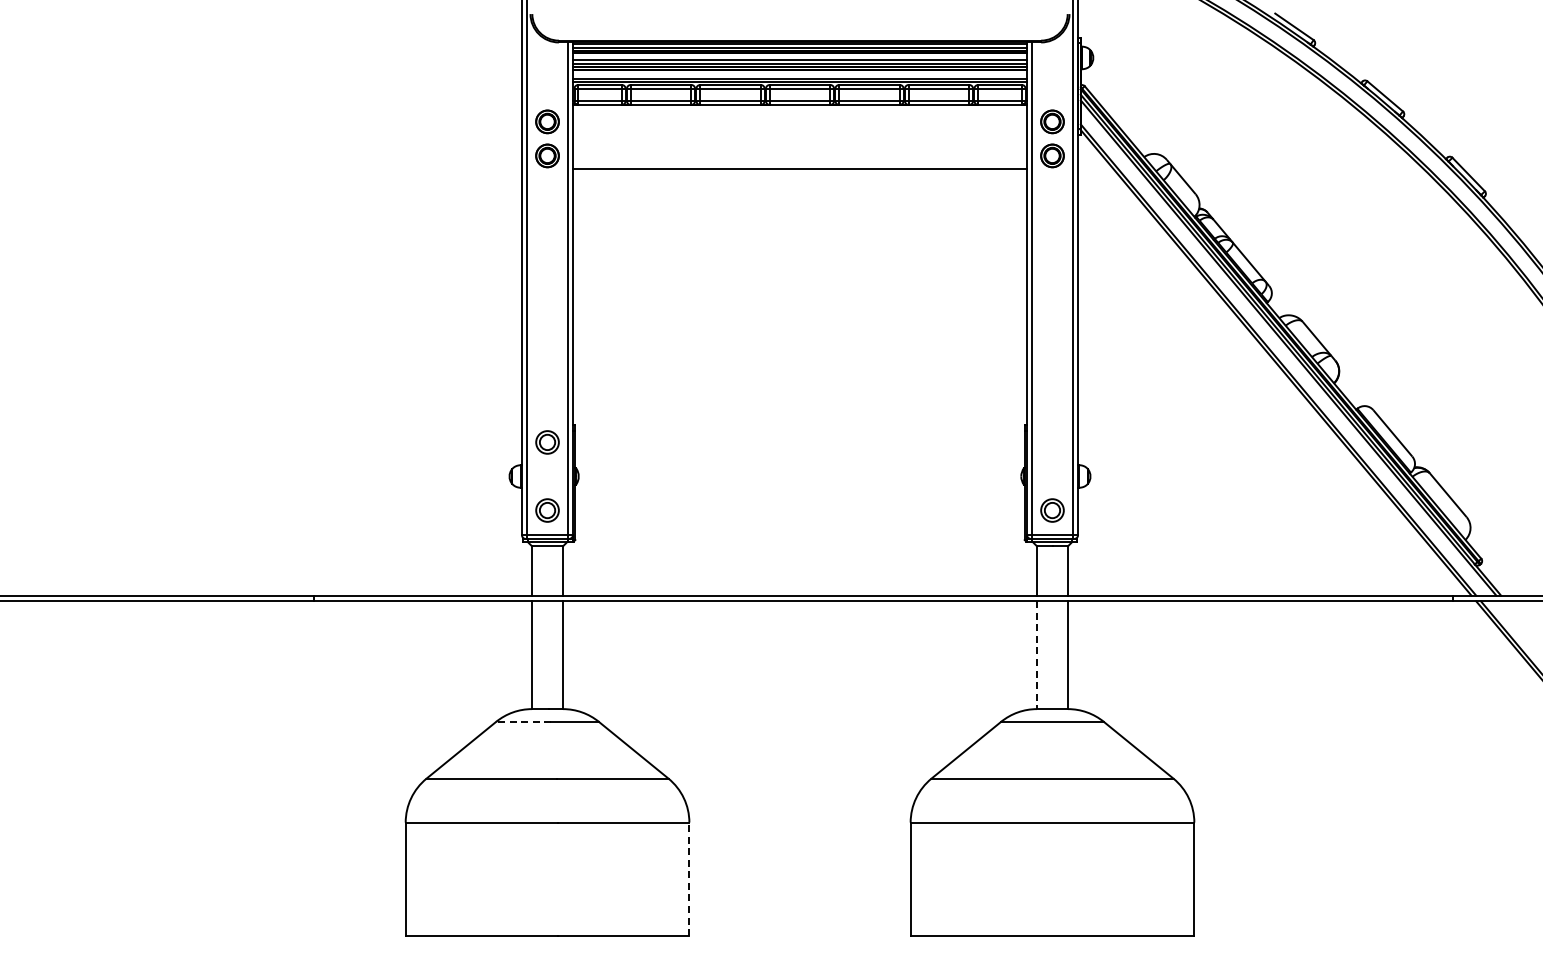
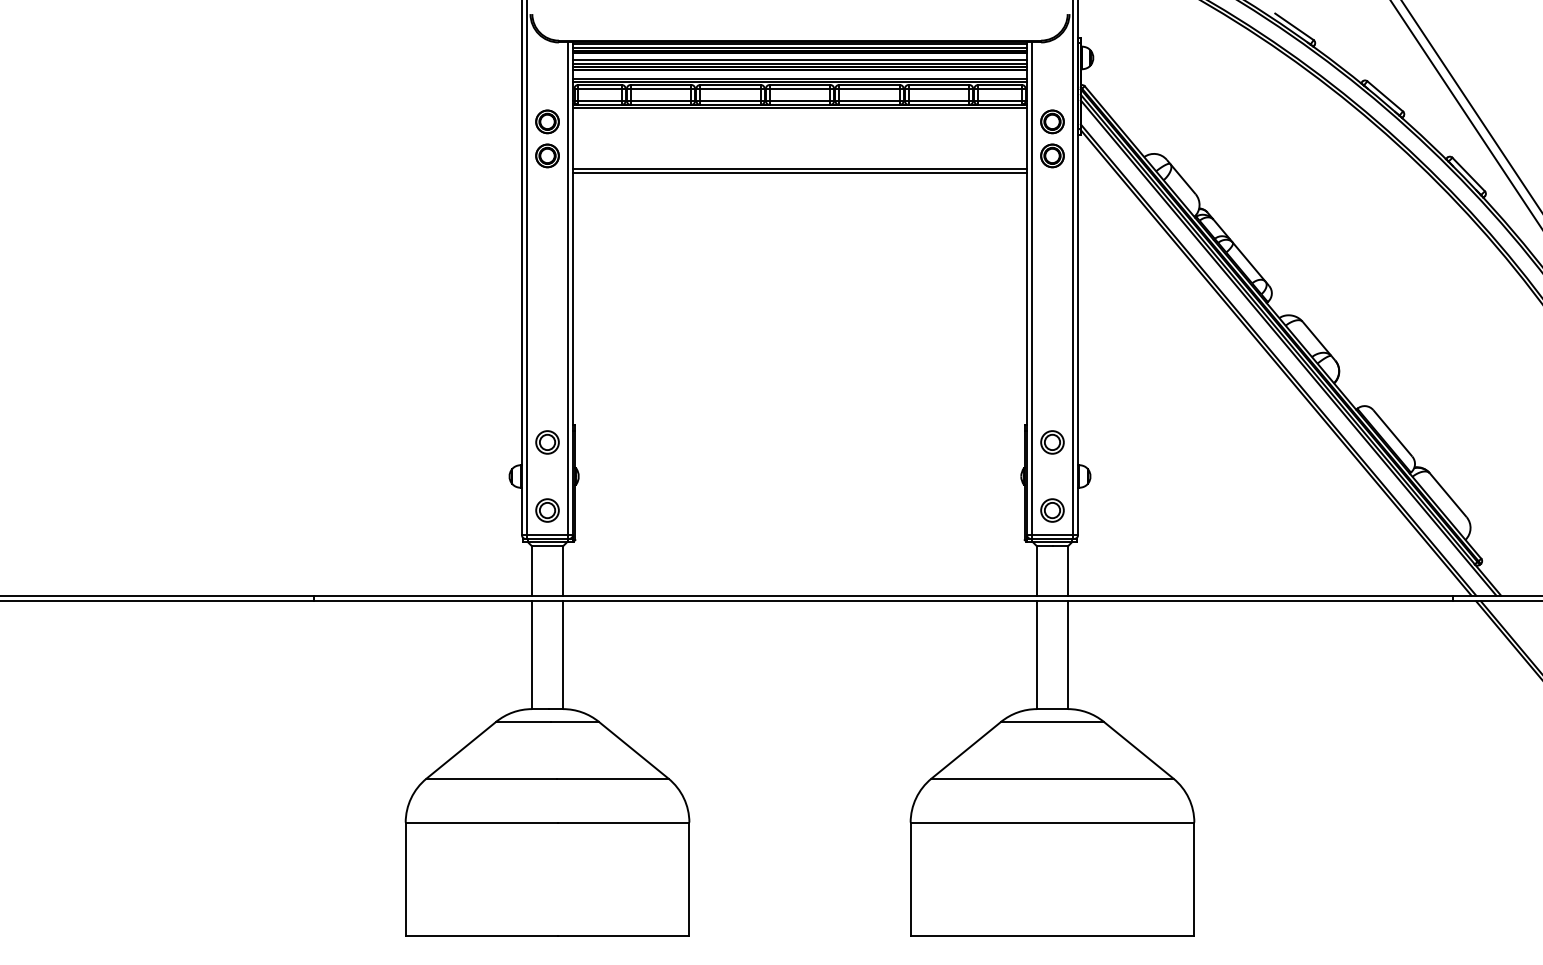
line at (1470, 105): none -> present
line at (799, 108): none -> present
line at (1465, 113): none -> present
line at (799, 172): none -> present
part at (1052, 442): none -> present
line at (1036, 655): dashed -> solid
line at (523, 721): dashed -> solid
line at (689, 879): dashed -> solid
